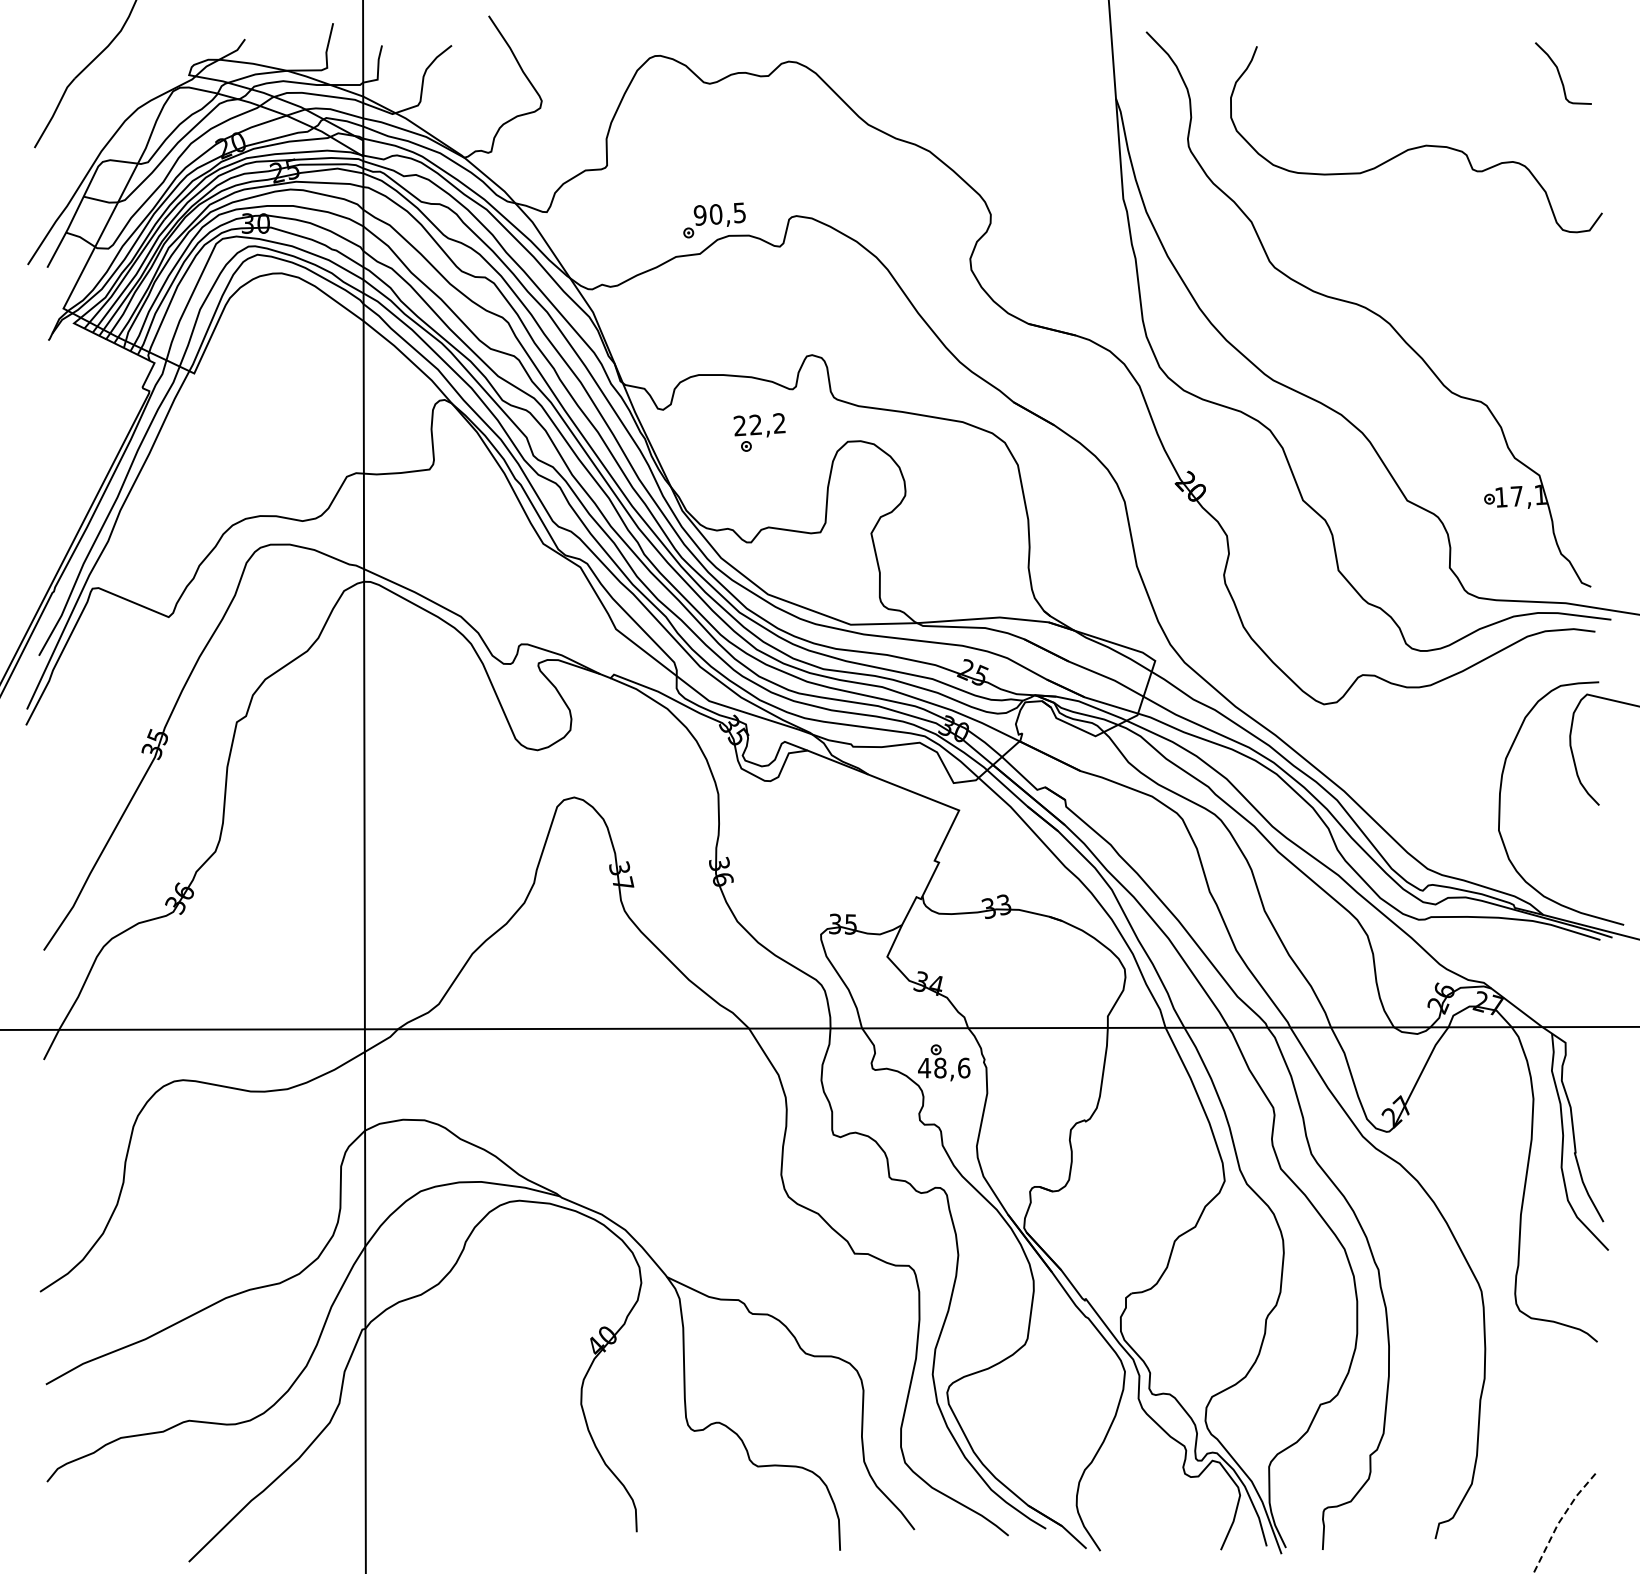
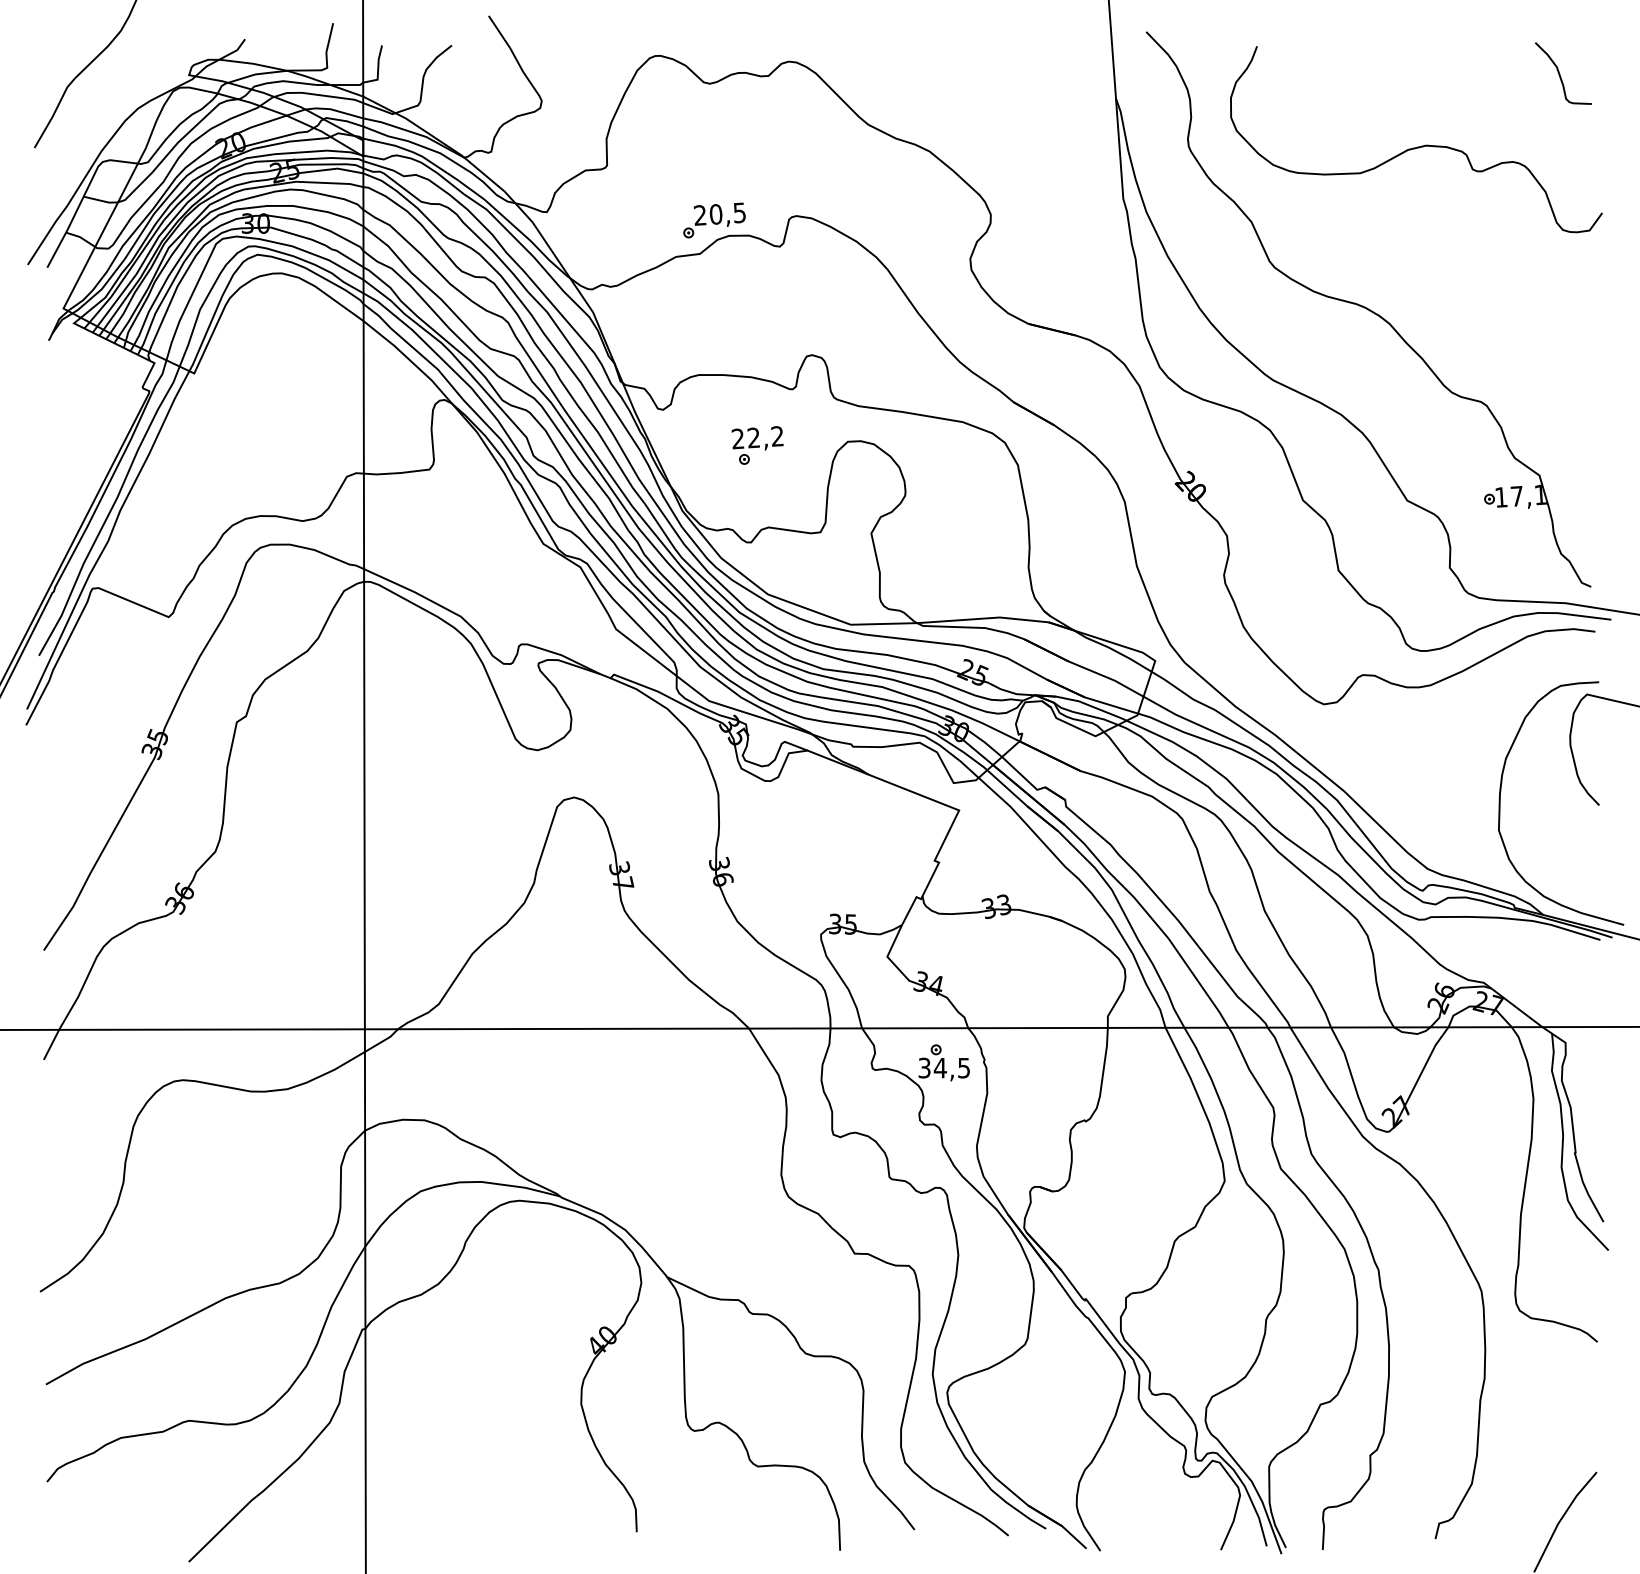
text at (699, 215): 90,5 -> 20,5
part at (759, 432) position: (759, 432) -> (757, 445)
text at (944, 1067): 48,6 -> 34,5
line at (1561, 1519): dashed -> solid
